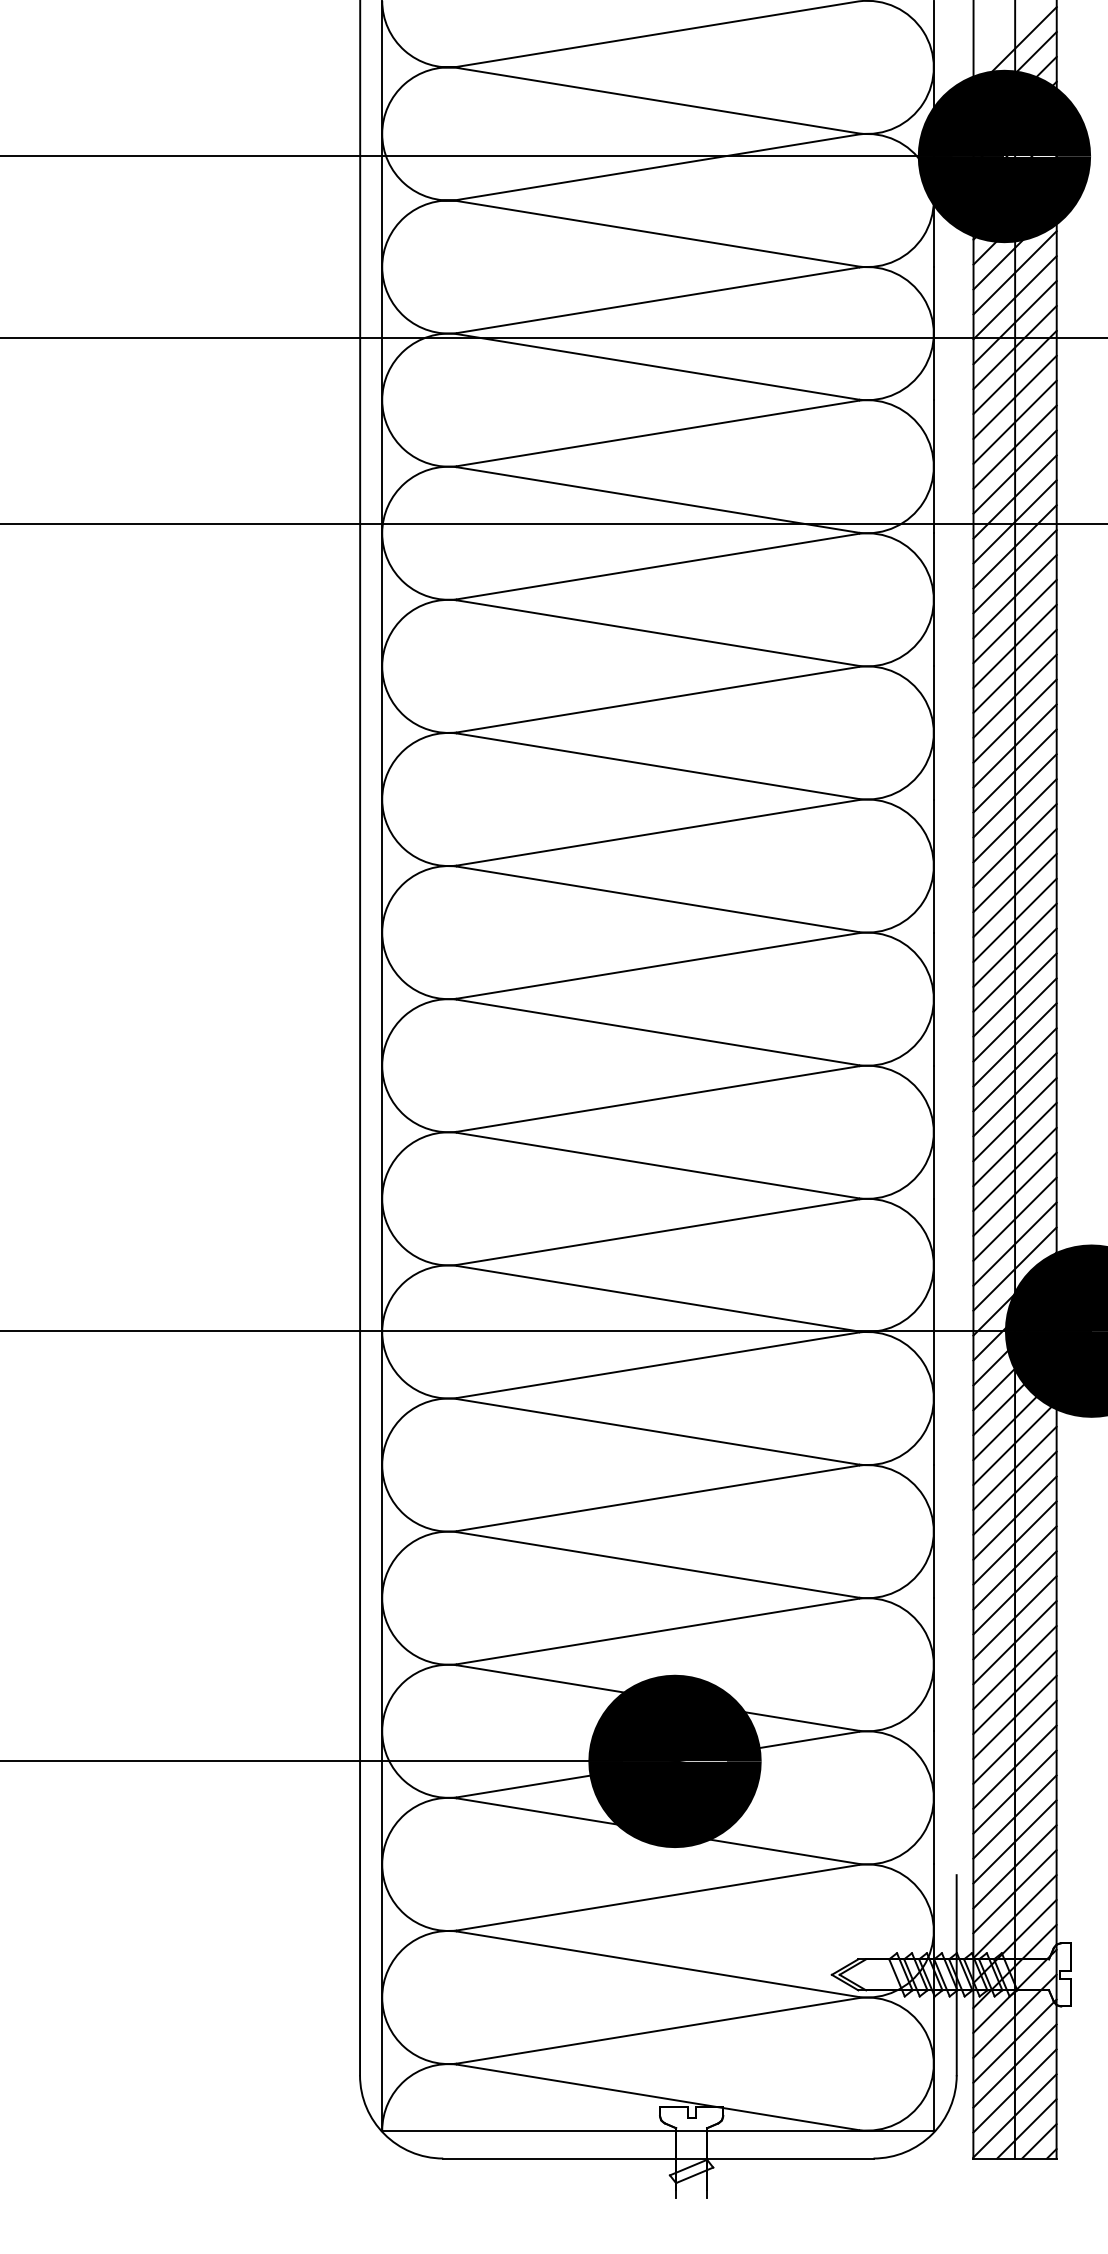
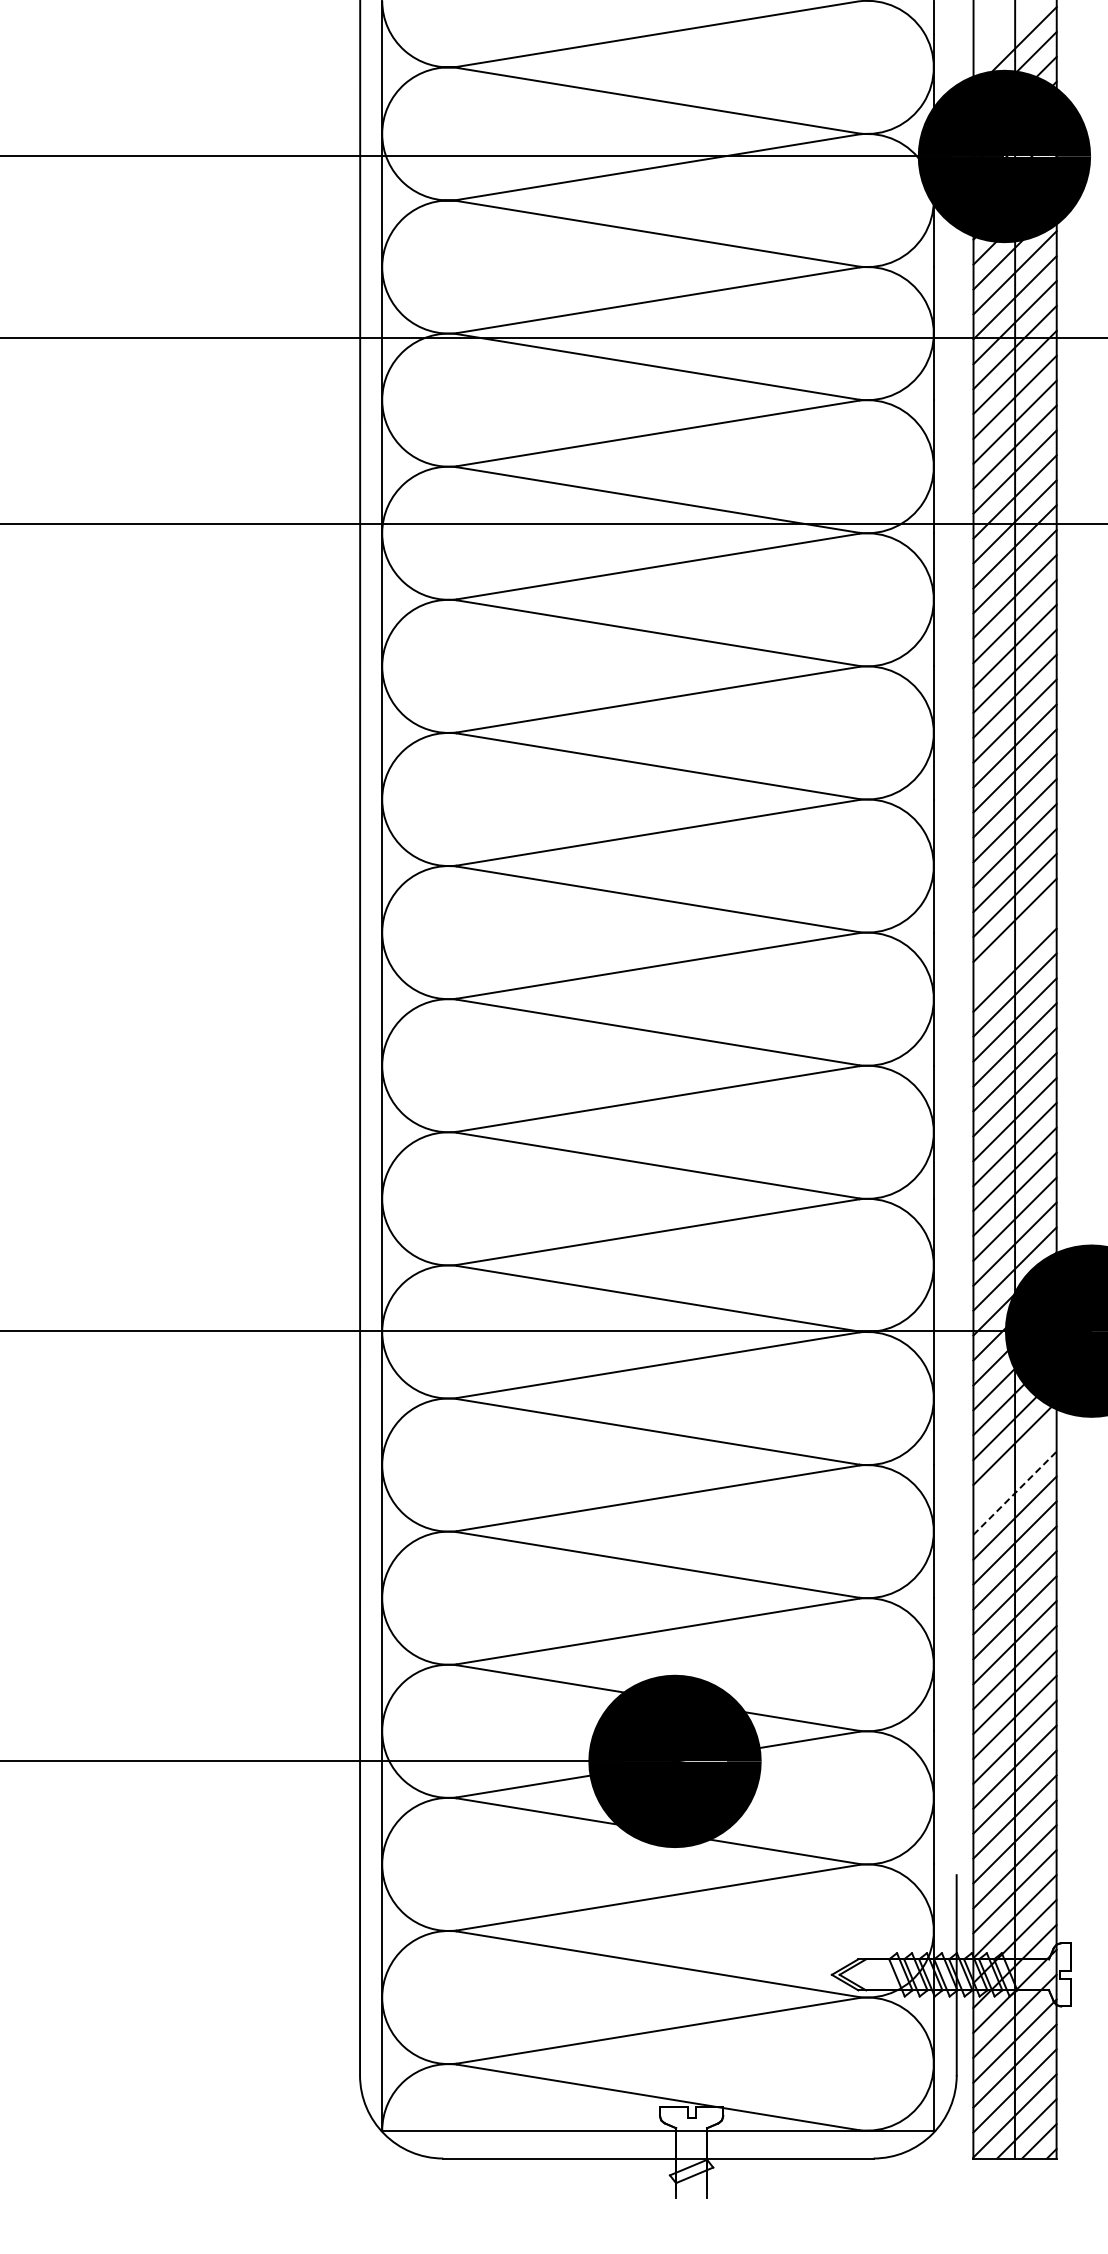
line at (1014, 944): present -> none
line at (1014, 1467): present -> none
line at (1015, 1493): solid -> dashed
